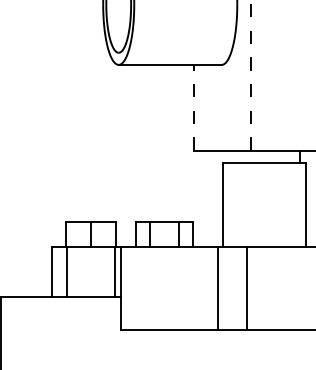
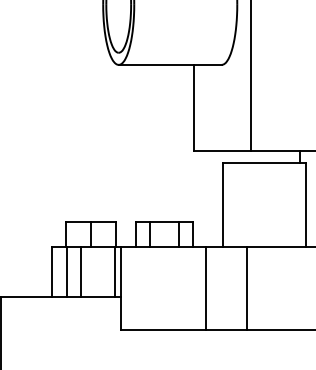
line at (250, 75): dashed -> solid
line at (194, 107): dashed -> solid
line at (80, 271): none -> present
line at (218, 287) position: (218, 287) -> (206, 287)
